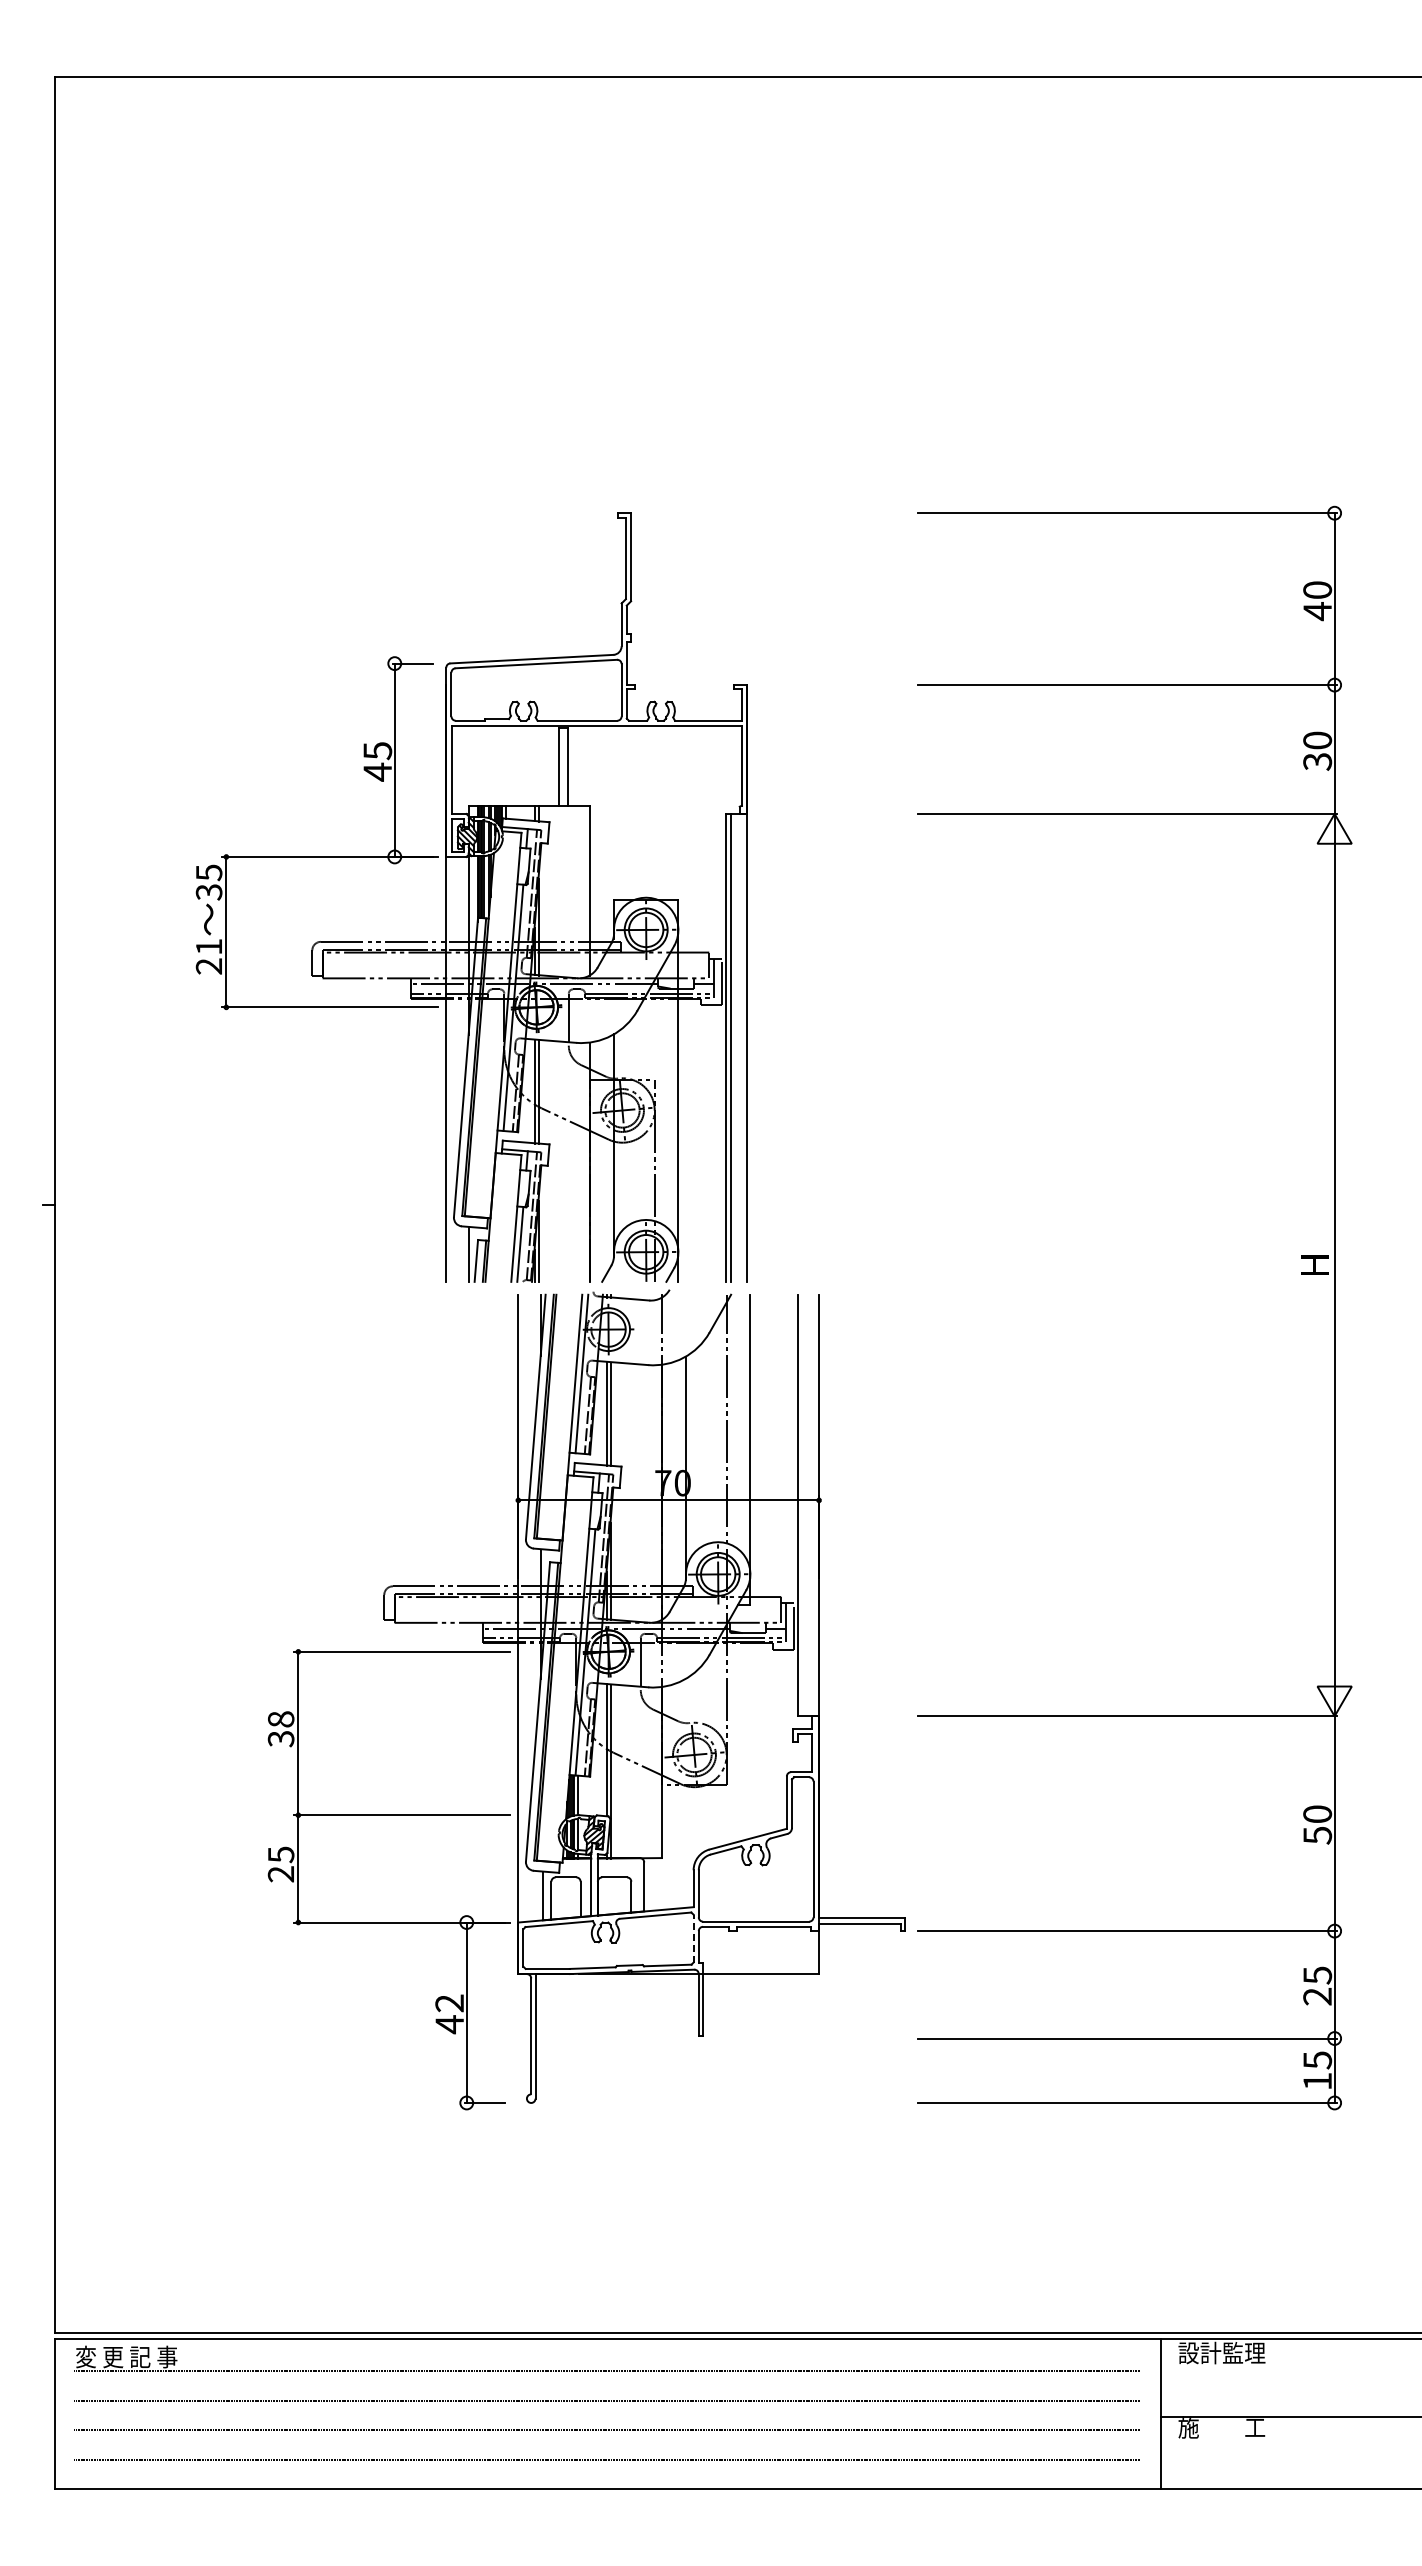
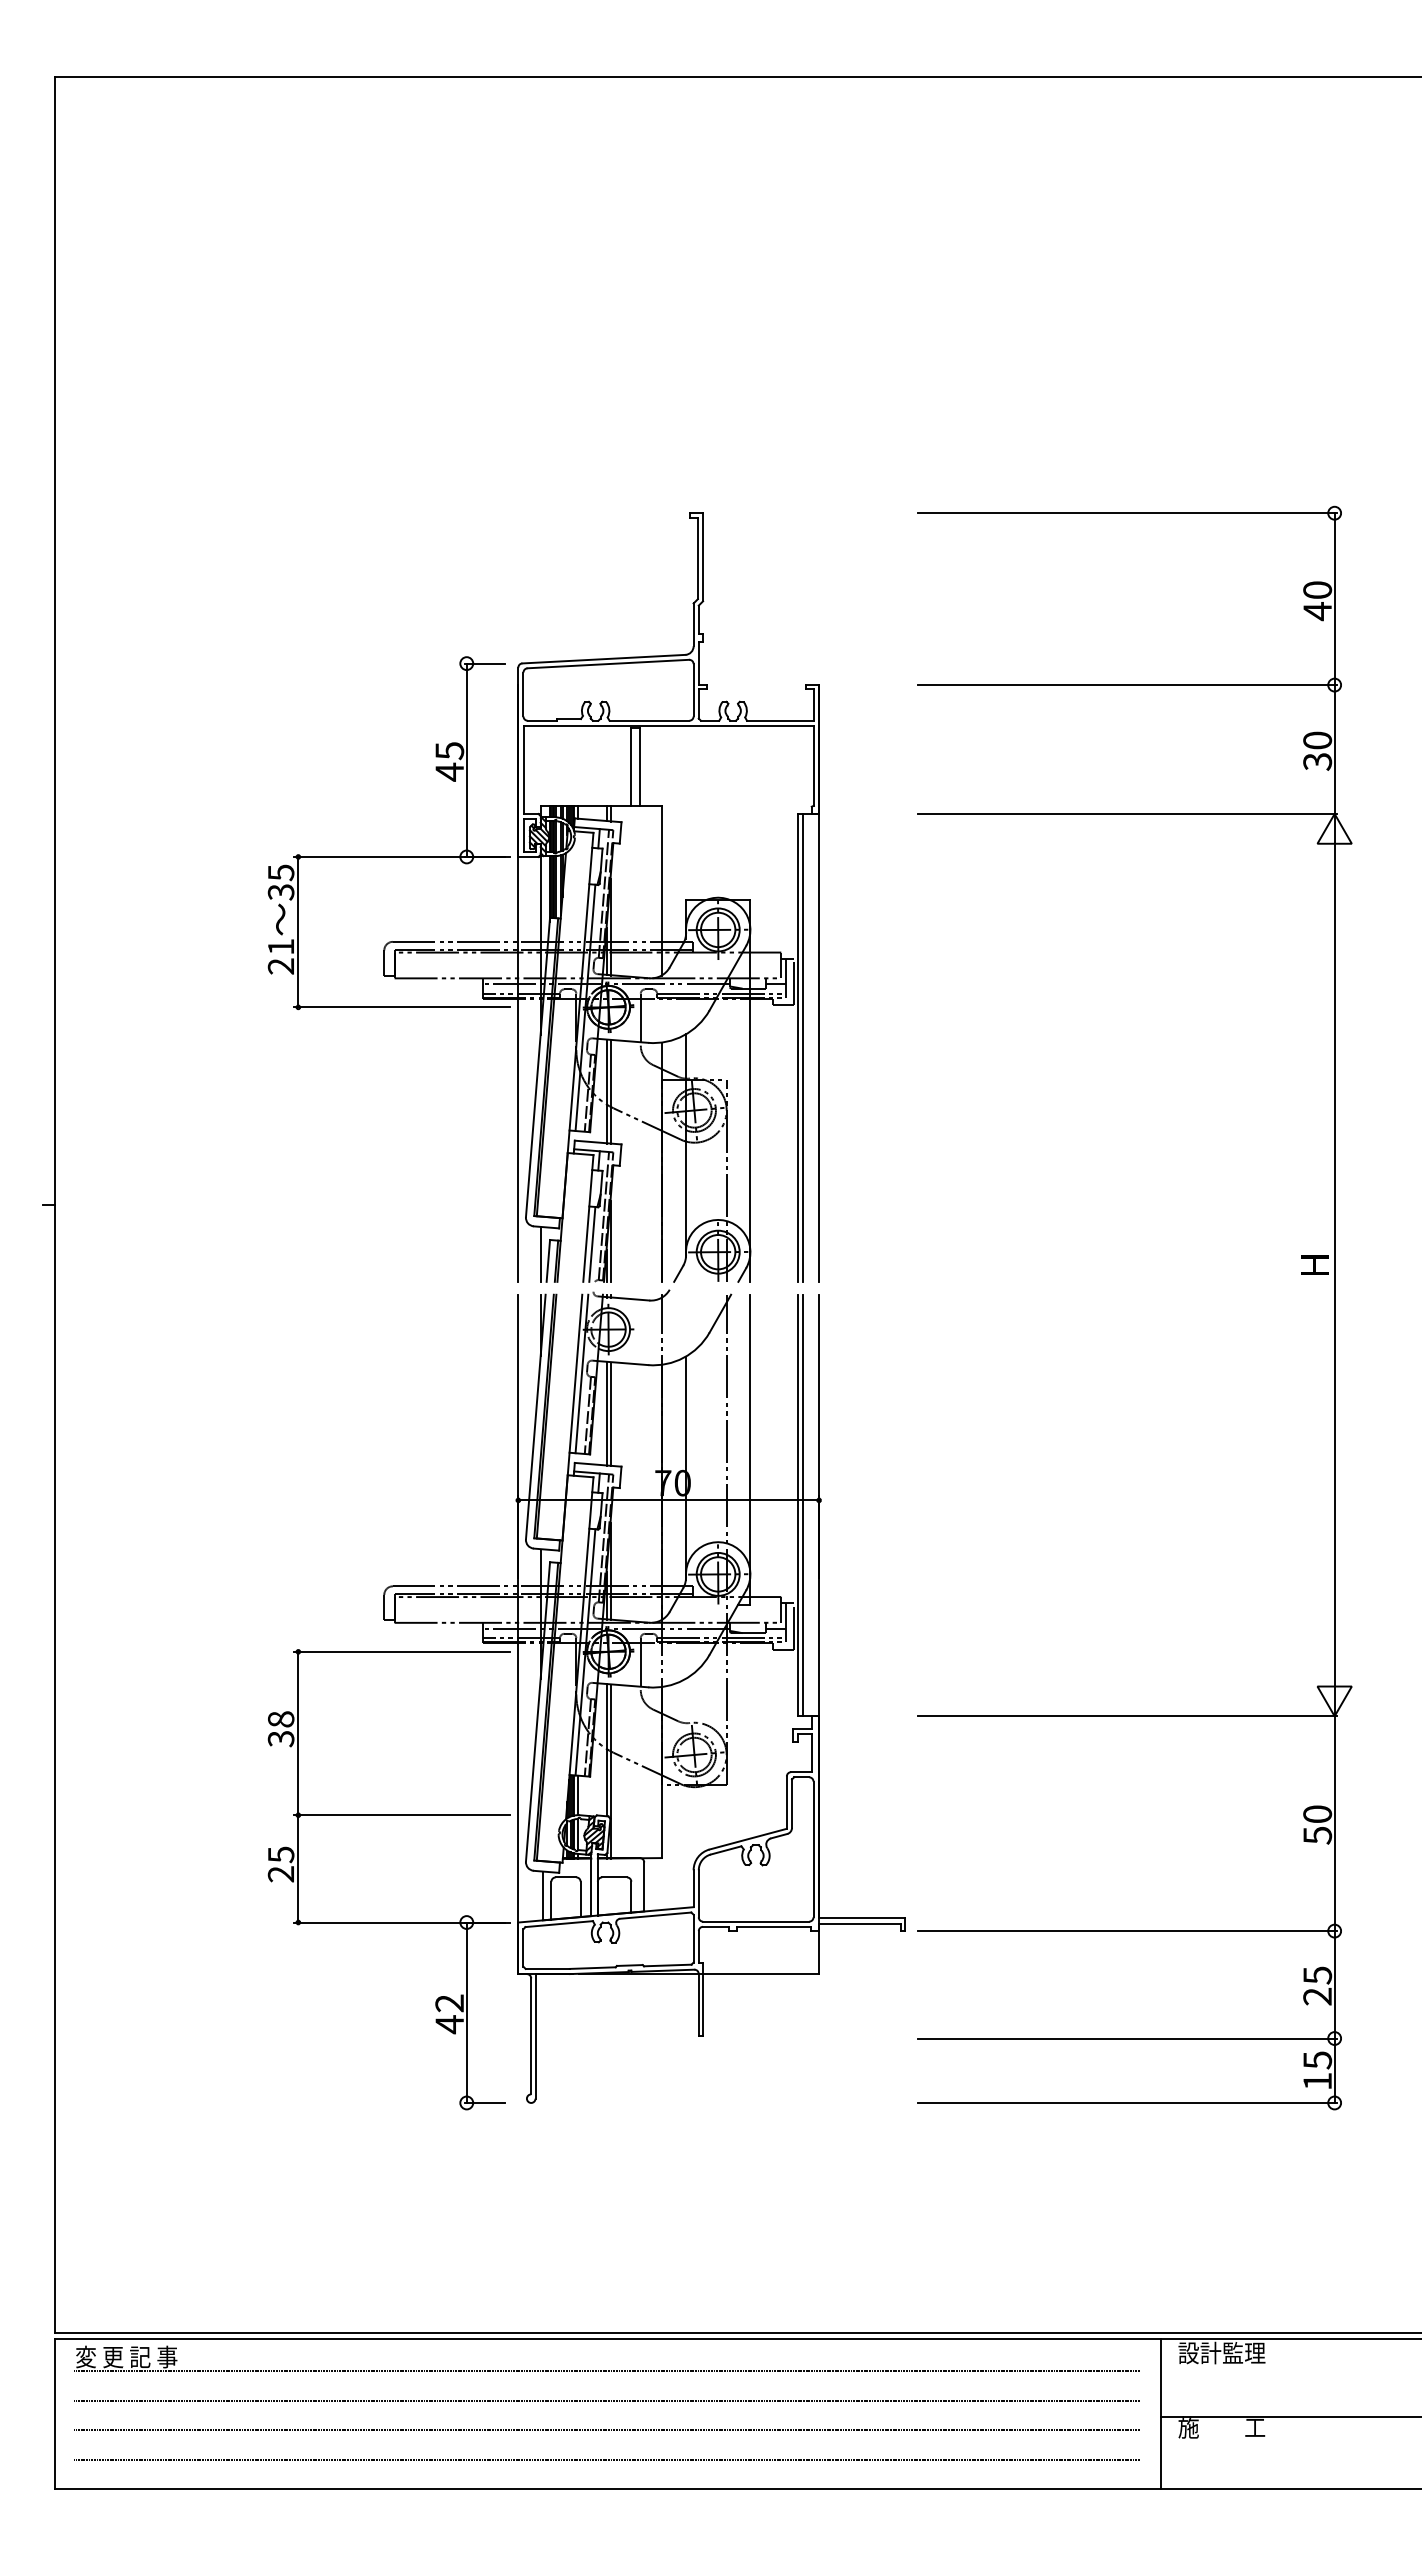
part at (471, 897) position: (471, 897) -> (543, 897)
line at (802, 1505): none -> present
line at (693, 1938): dashed -> solid
